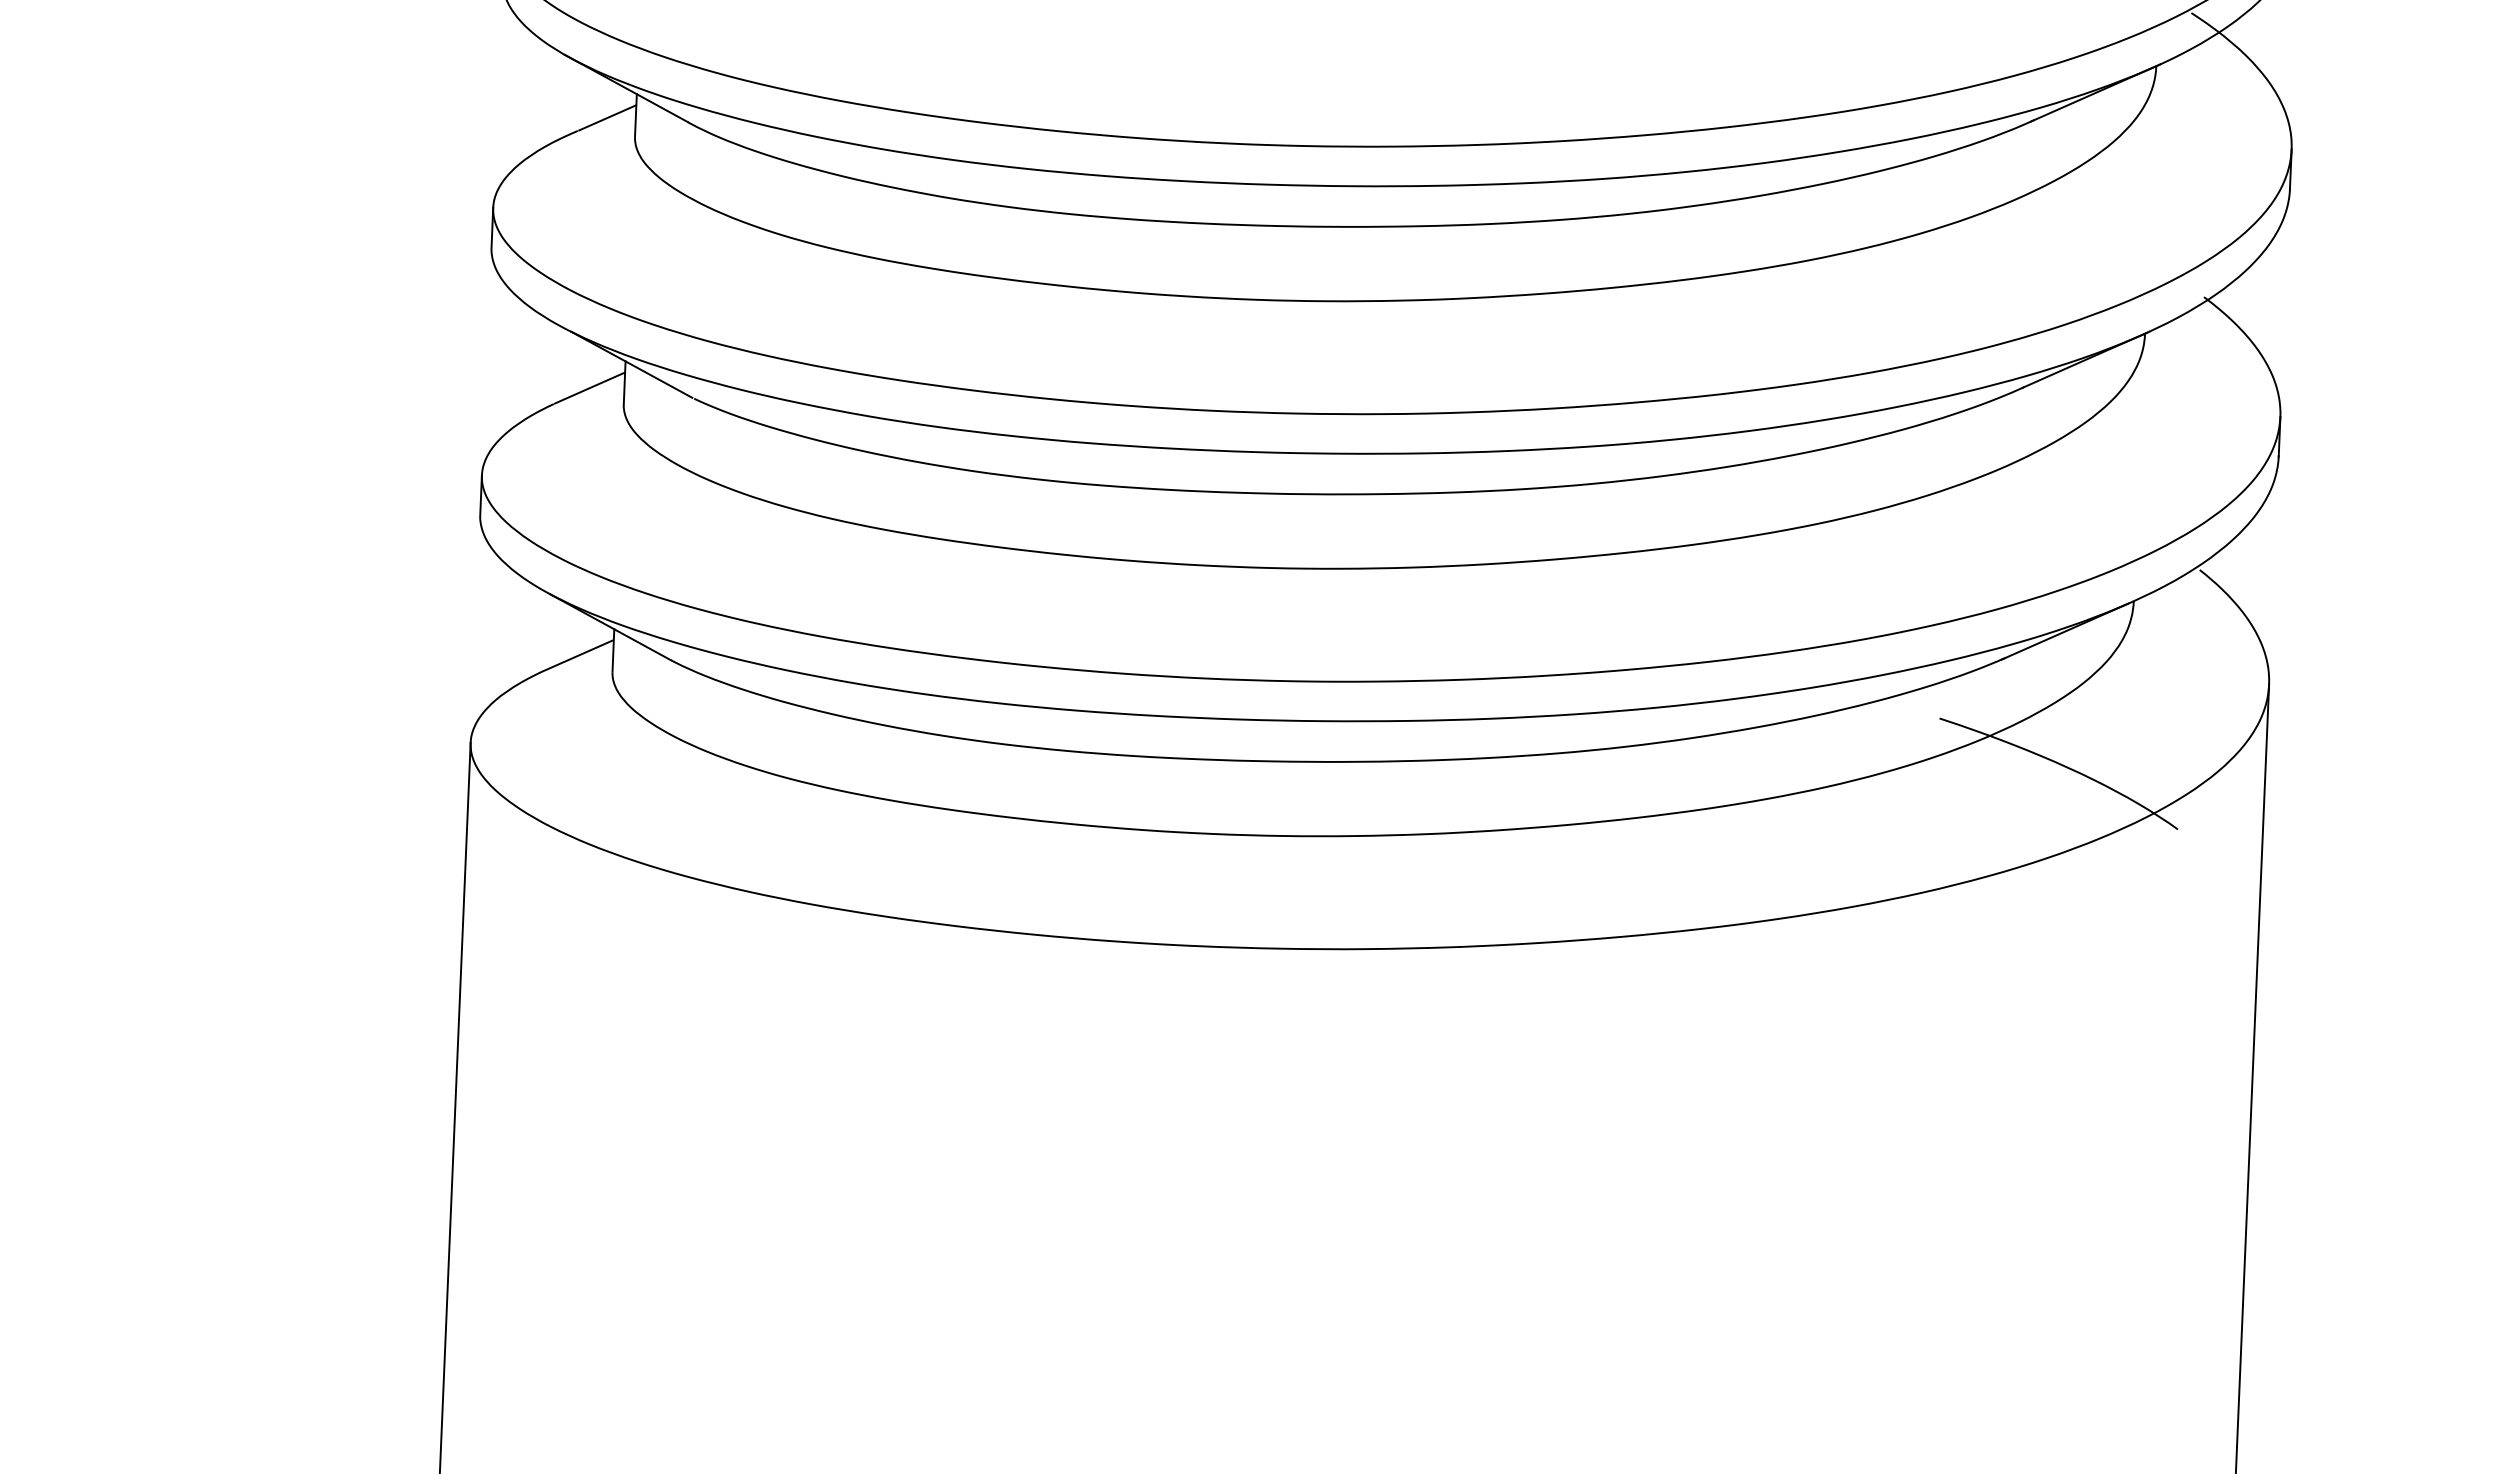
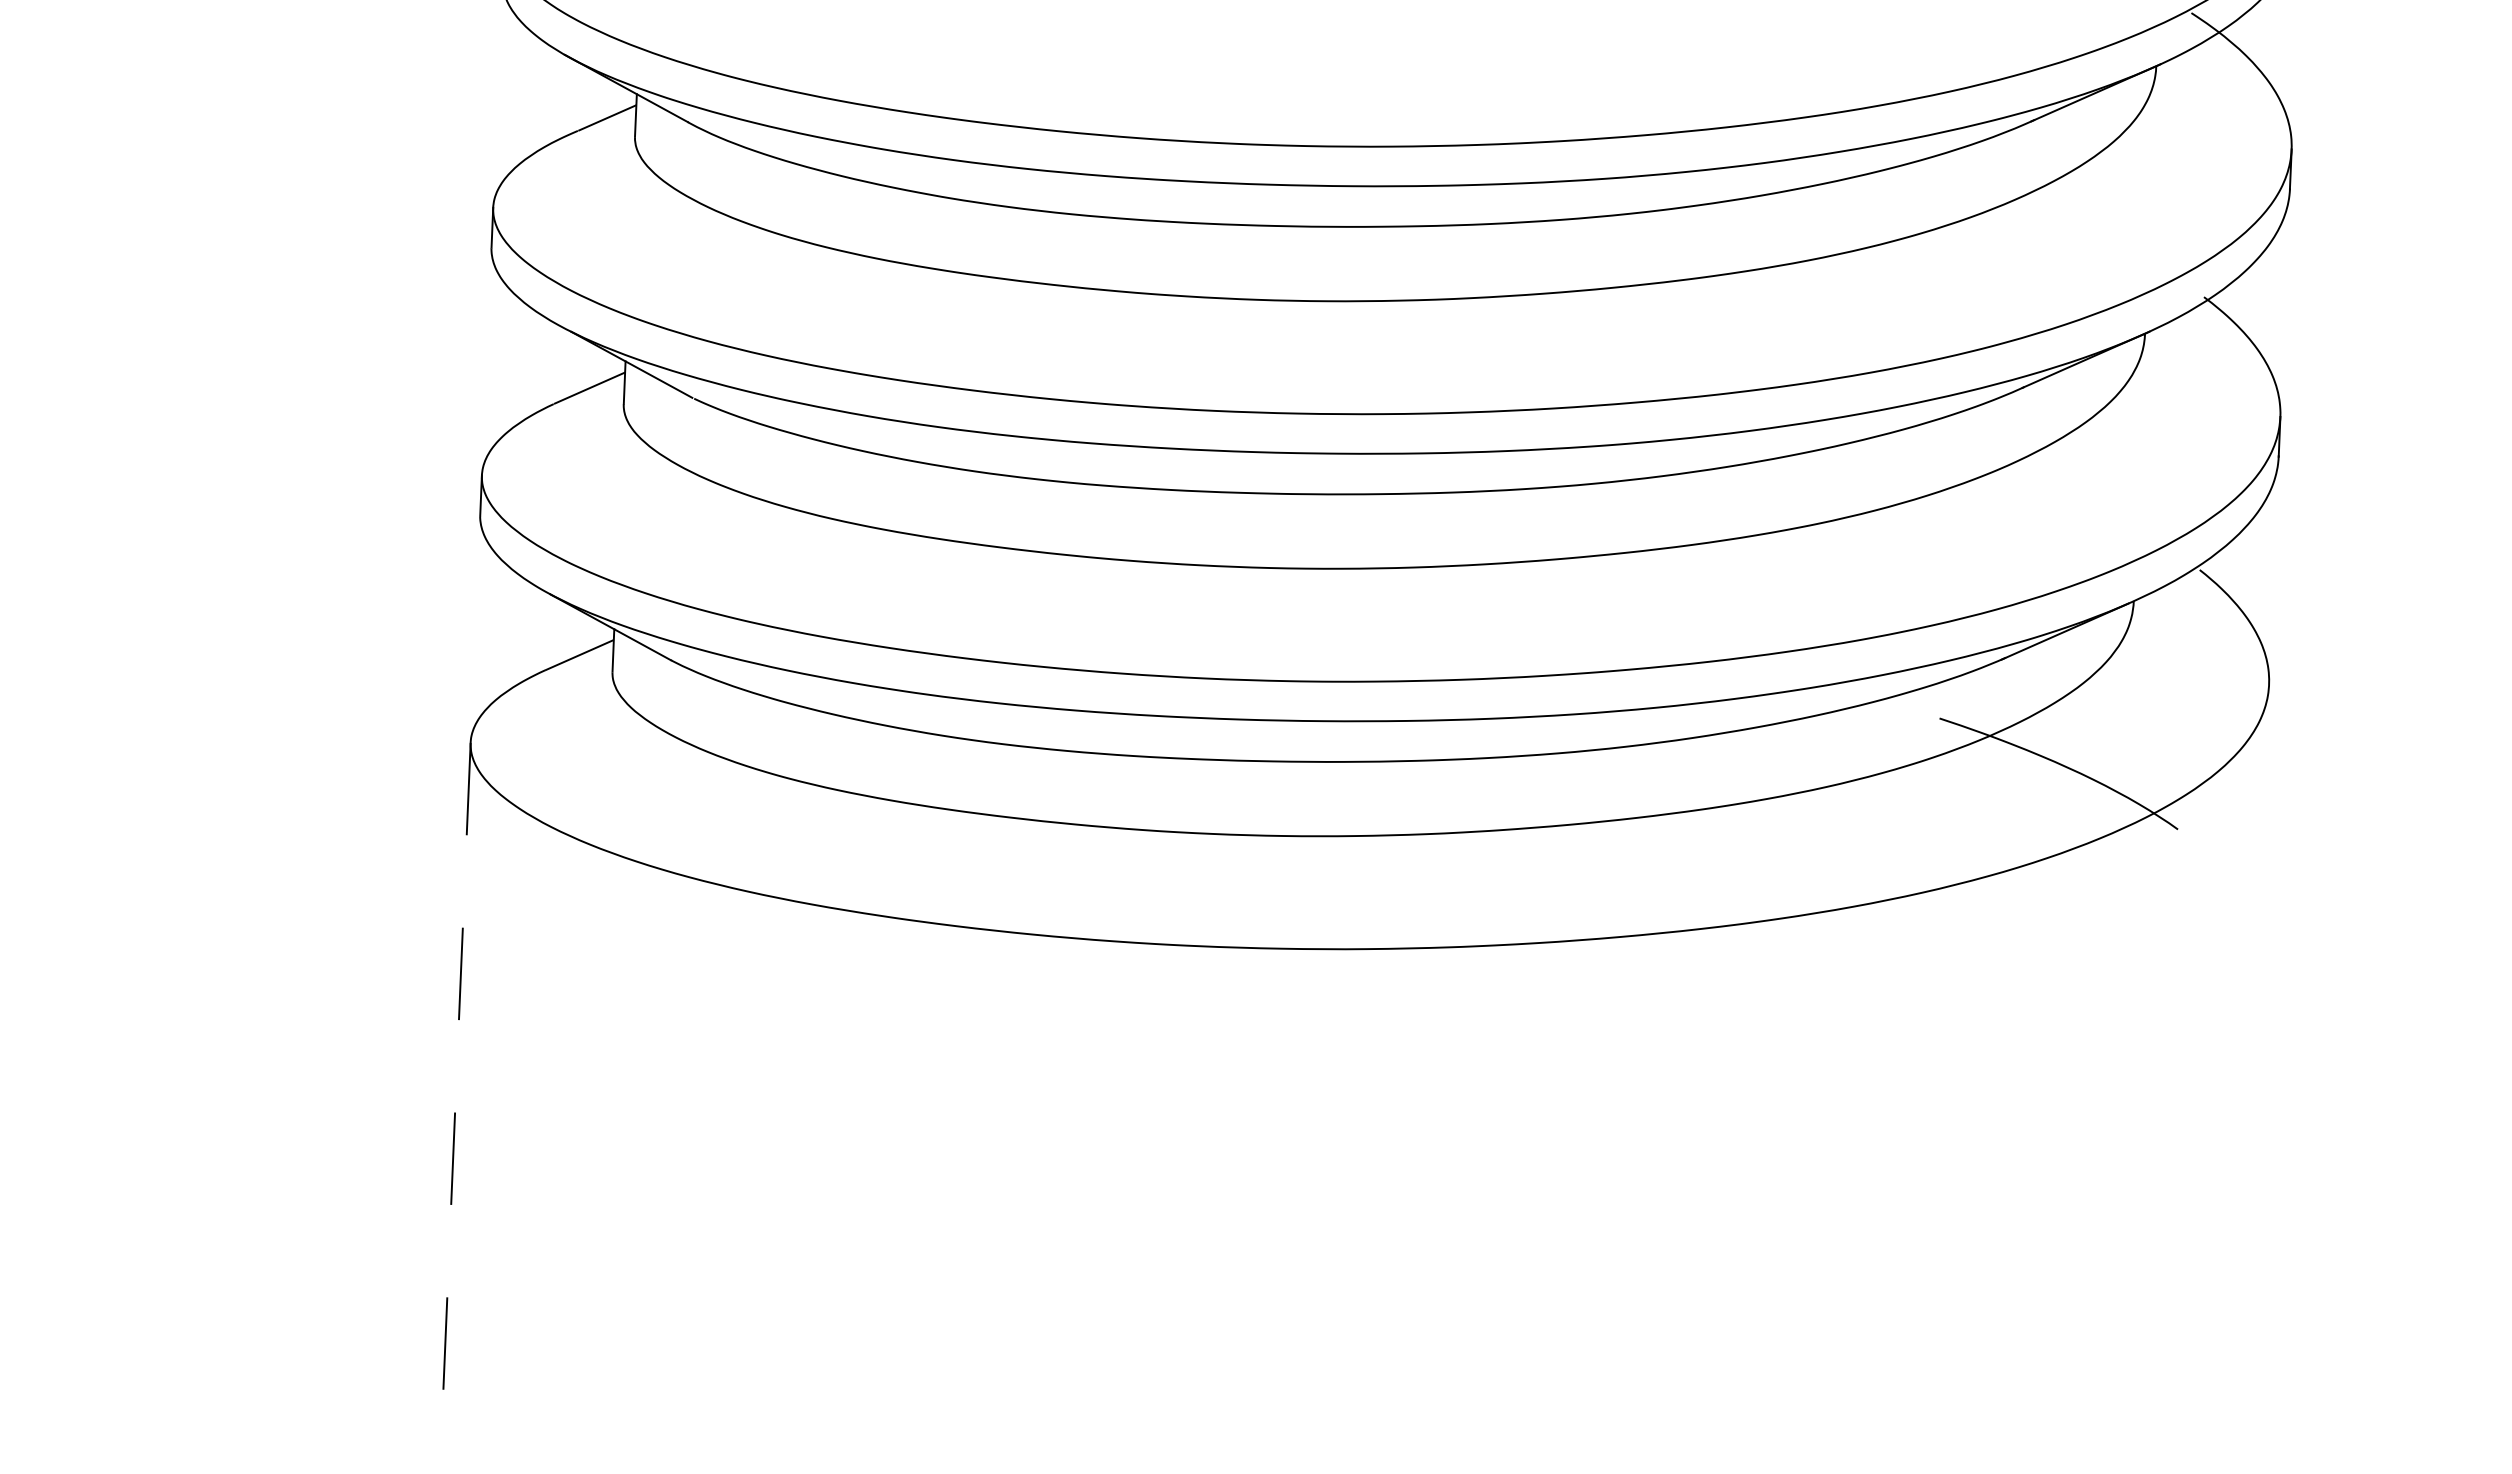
line at (2252, 1077): present -> none
line at (455, 1108): solid -> dashed
